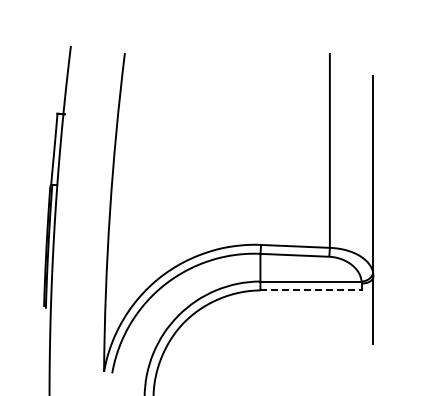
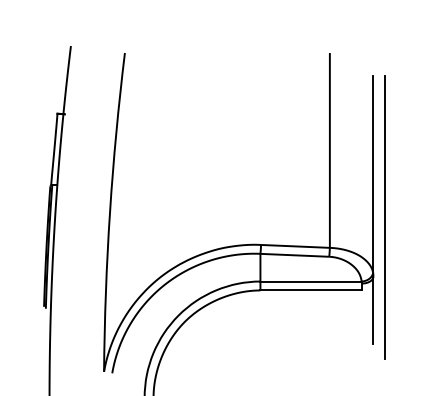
line at (384, 217): none -> present
line at (311, 290): dashed -> solid
